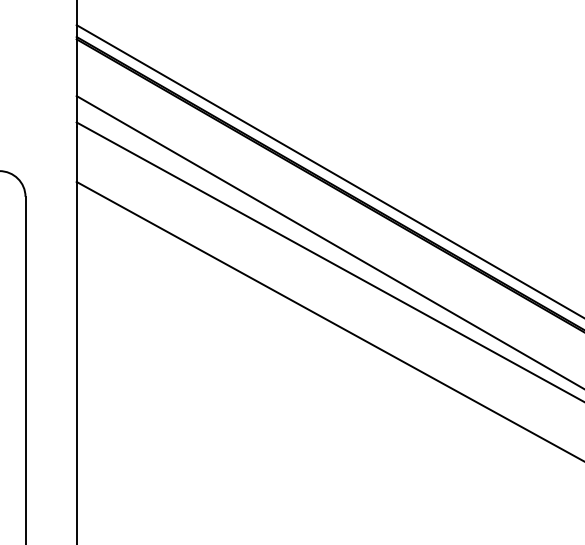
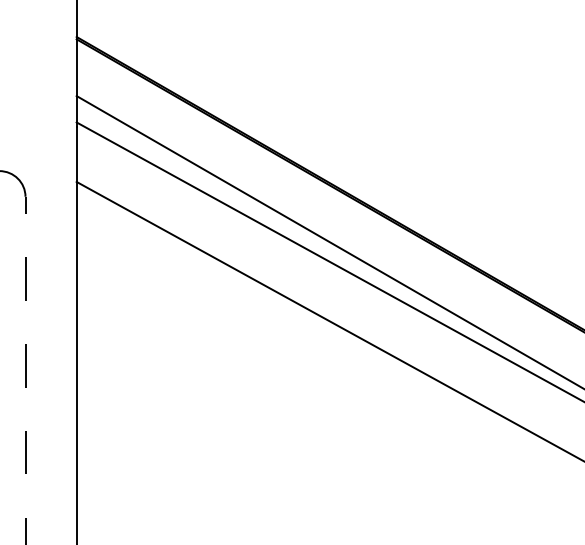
line at (328, 170): present -> none
line at (25, 370): solid -> dashed
